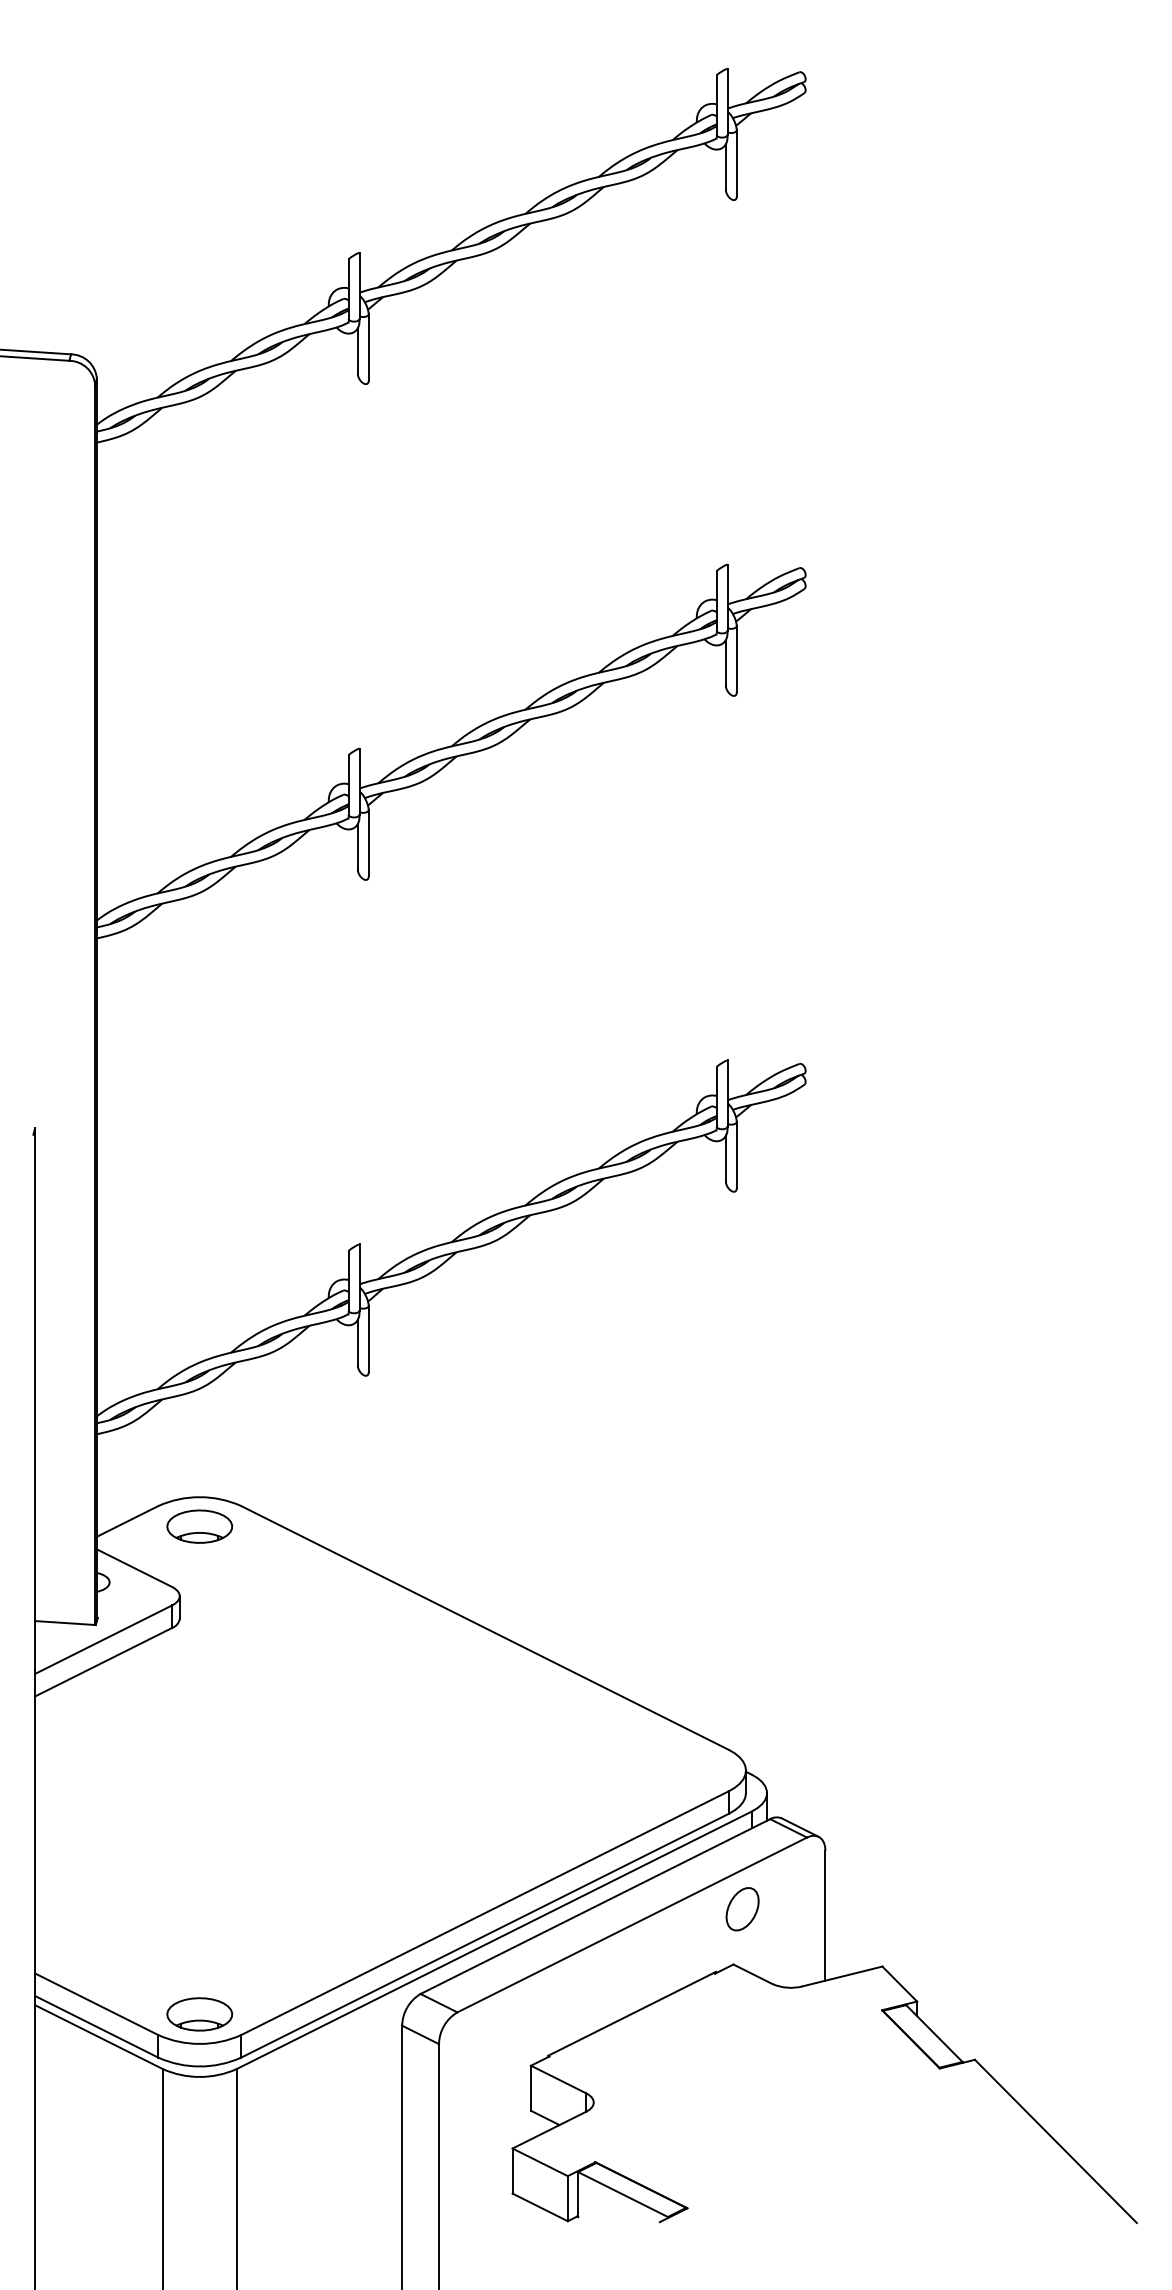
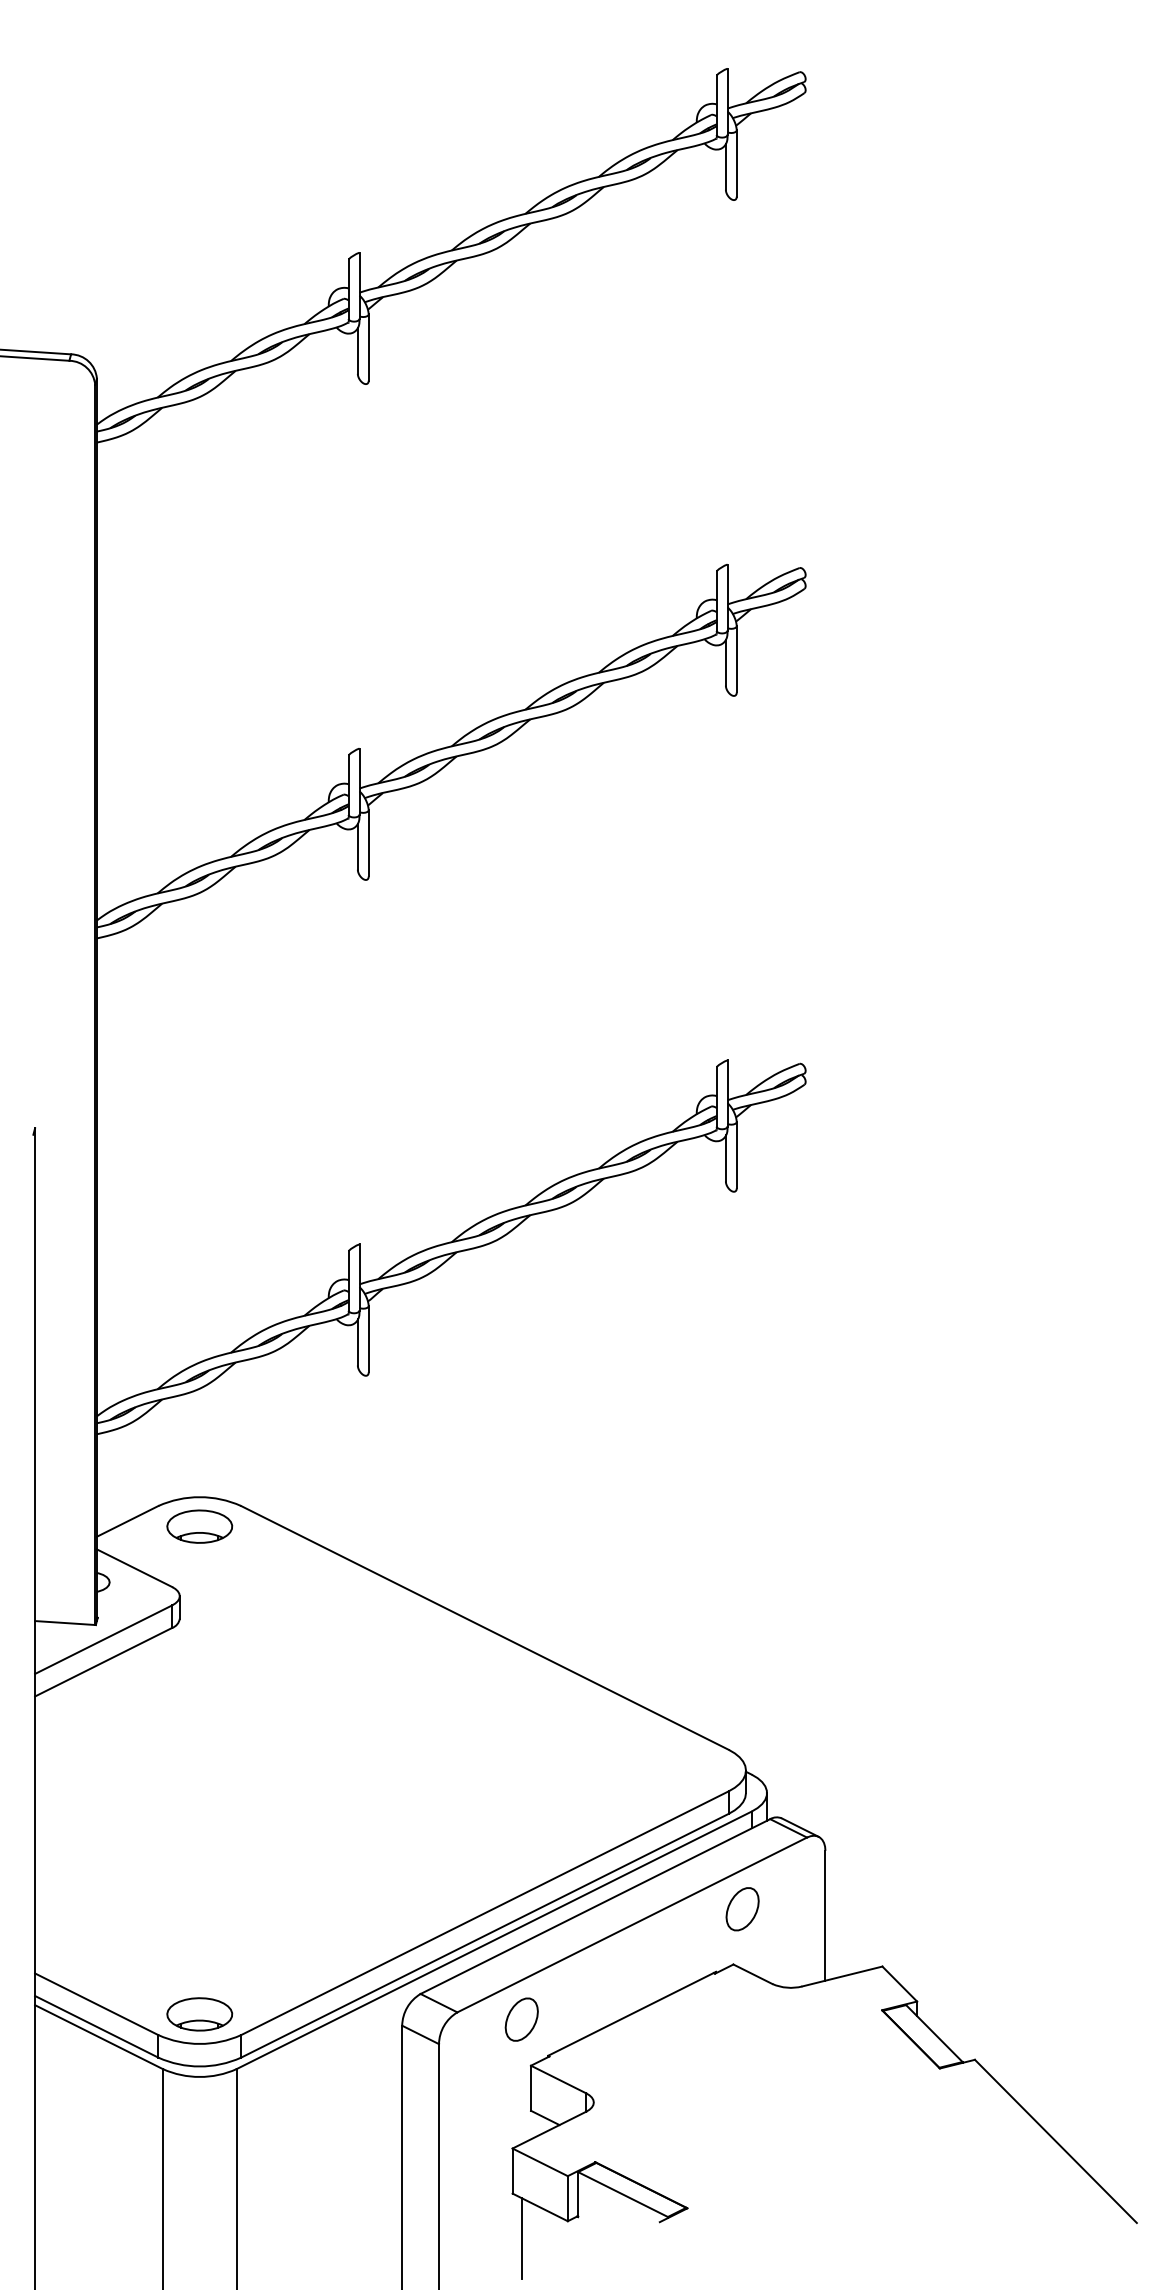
part at (521, 2019): none -> present
line at (521, 2238): none -> present
